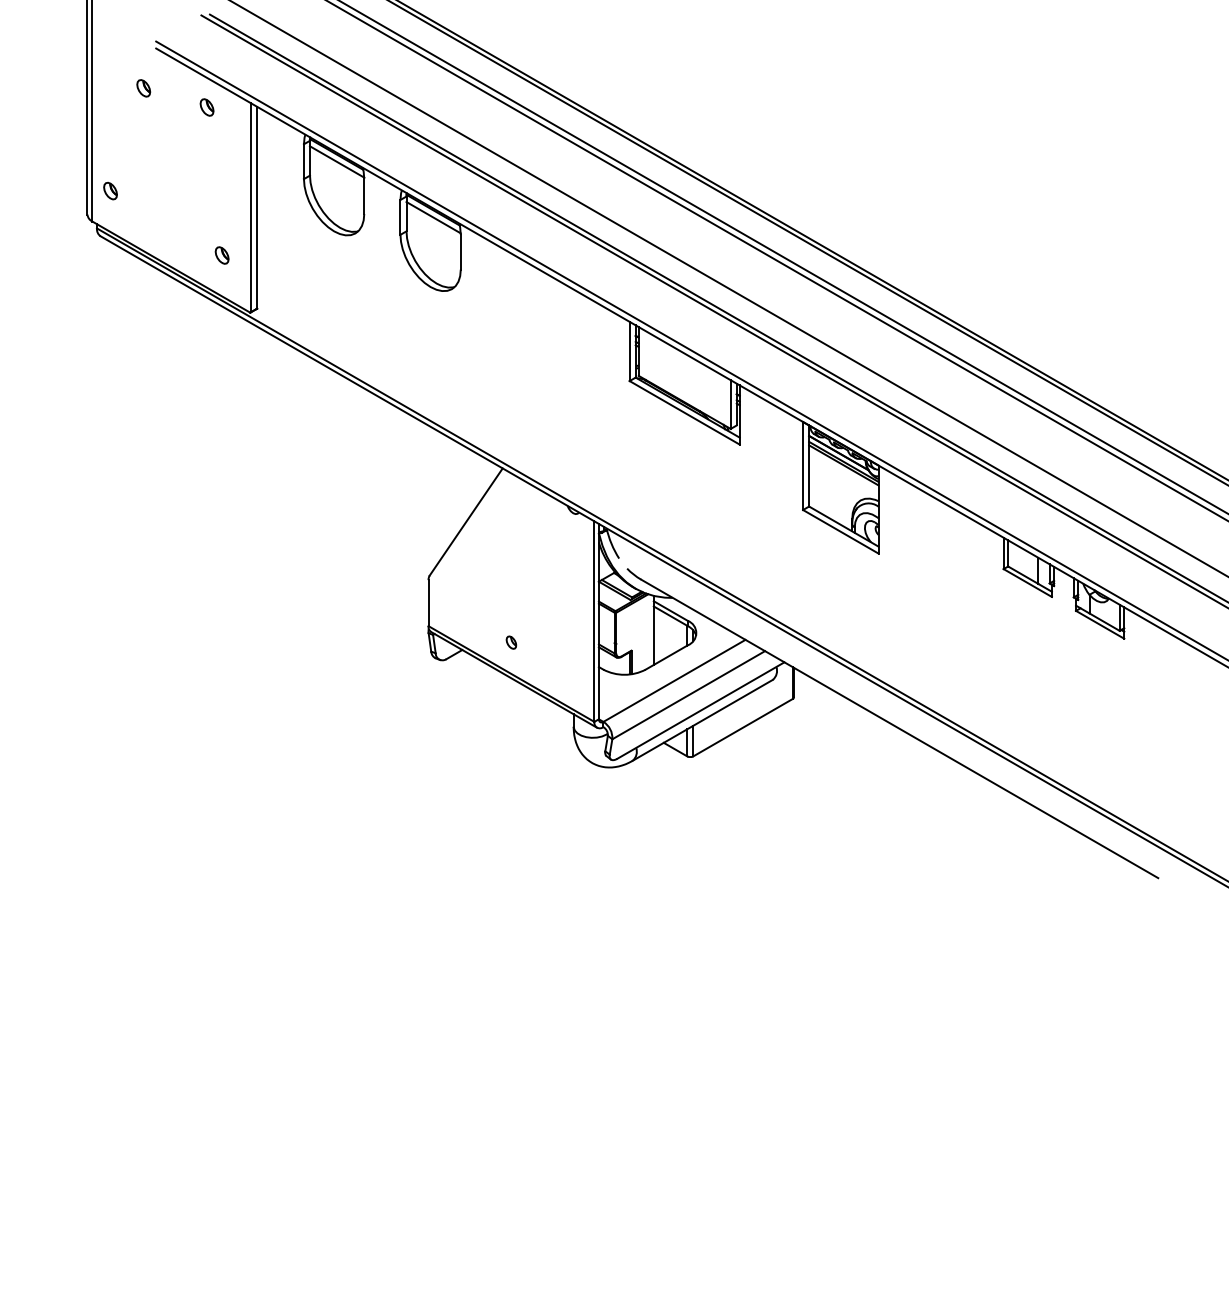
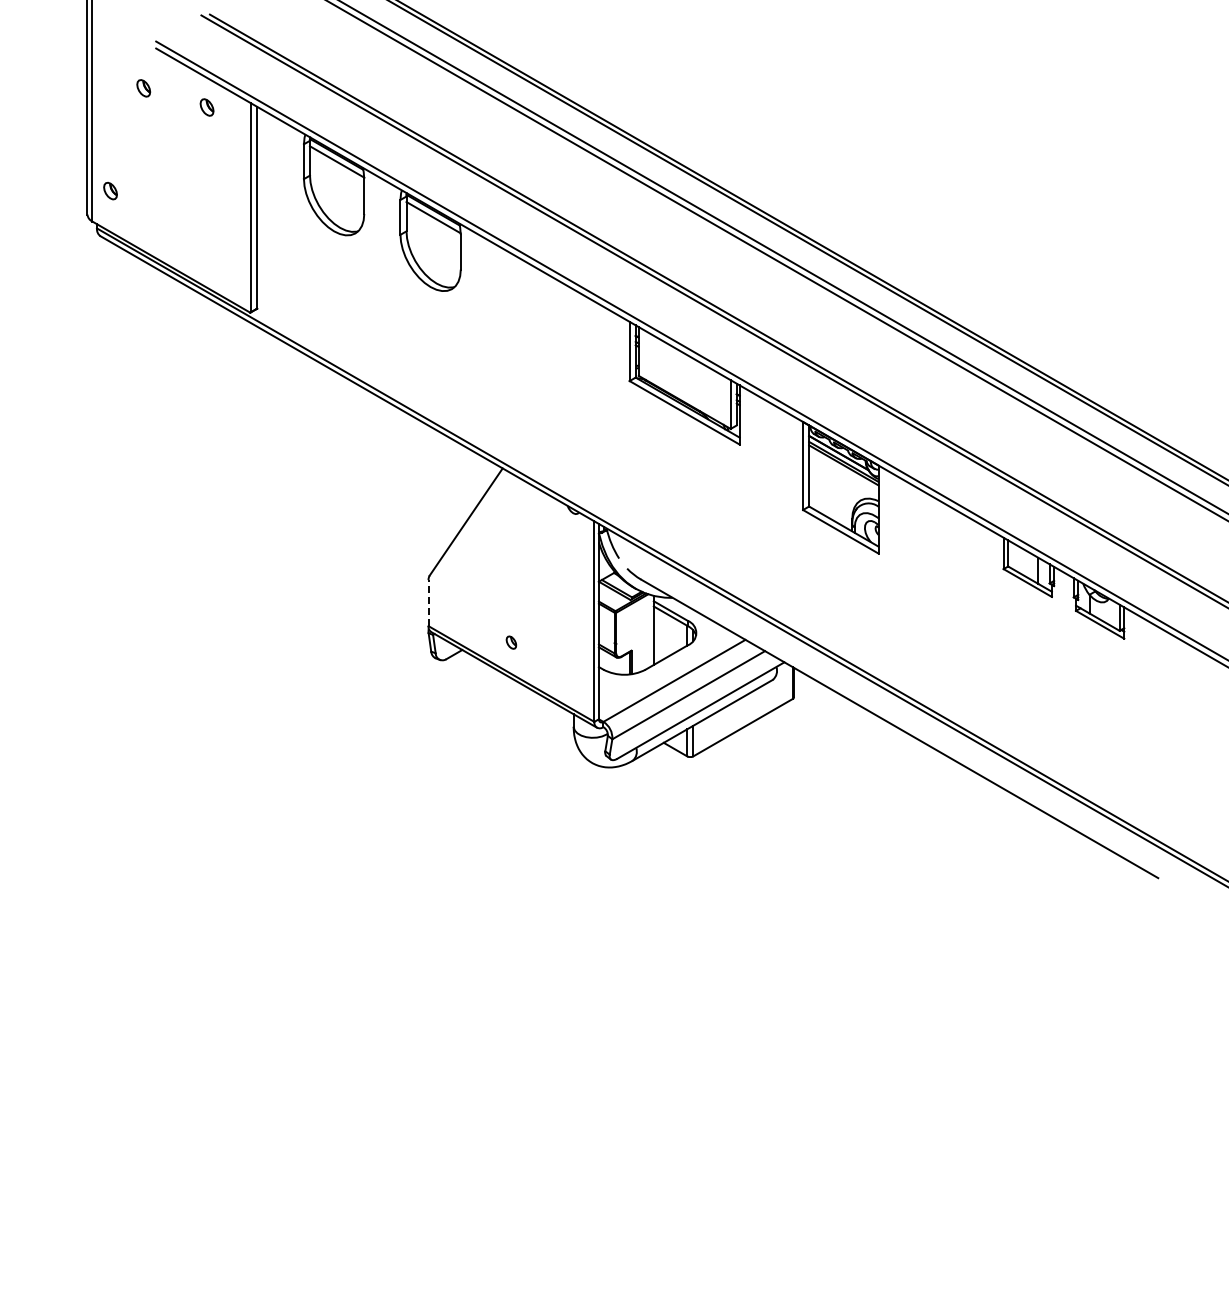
part at (221, 255): present -> none
line at (728, 288): present -> none
line at (428, 602): solid -> dashed
